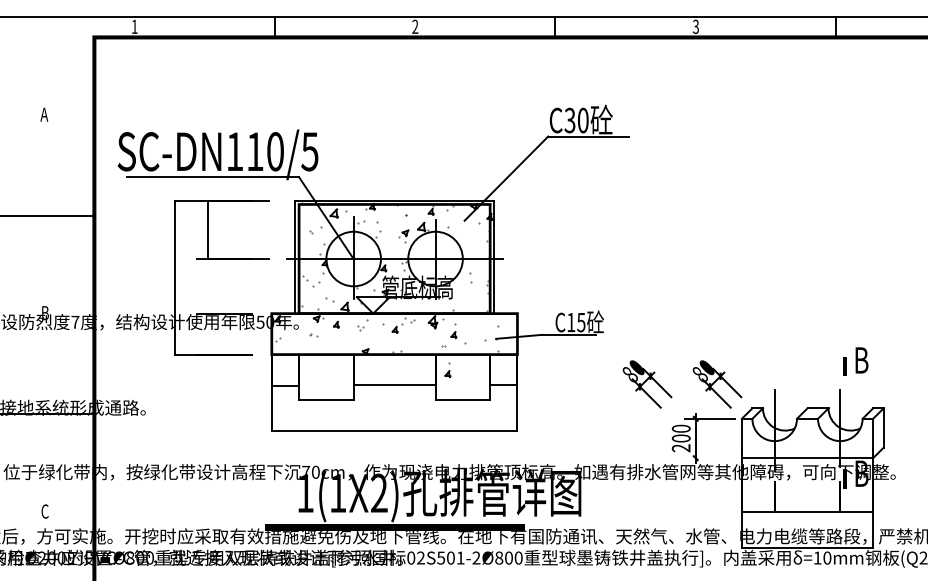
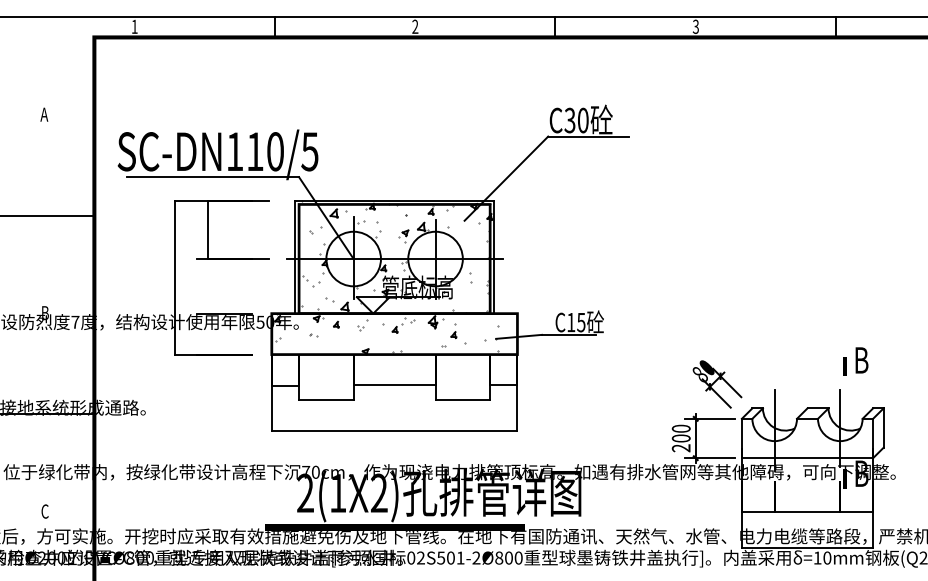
part at (447, 370): present -> none
part at (647, 384): present -> none
line at (710, 458): none -> present
text at (305, 492): 1(1X2) -> 2(1X2)
